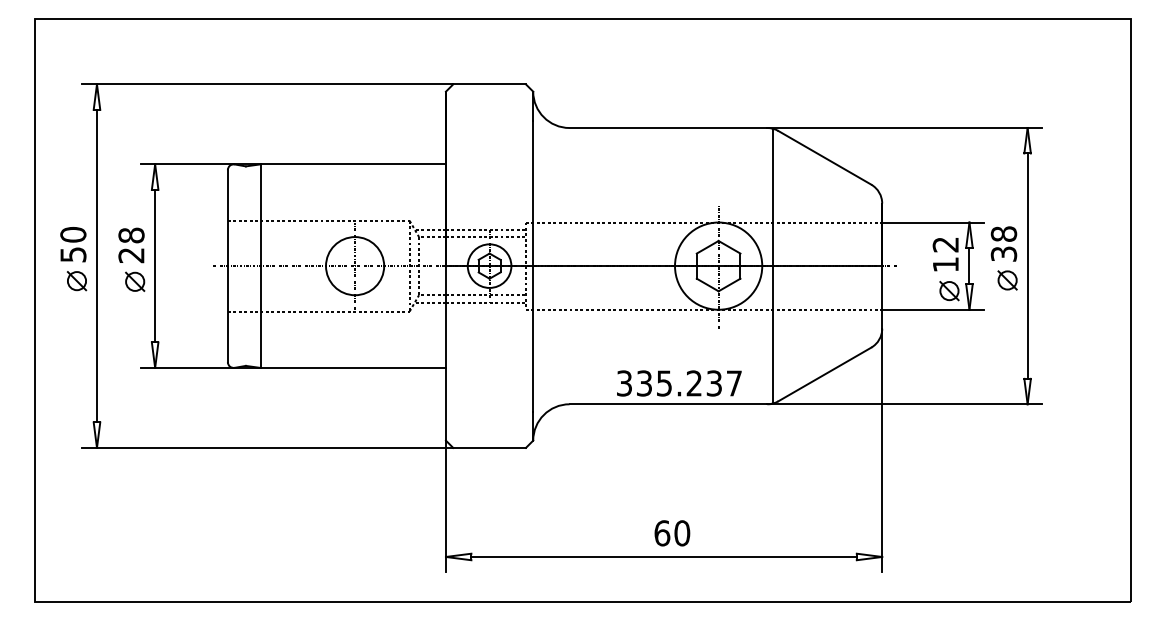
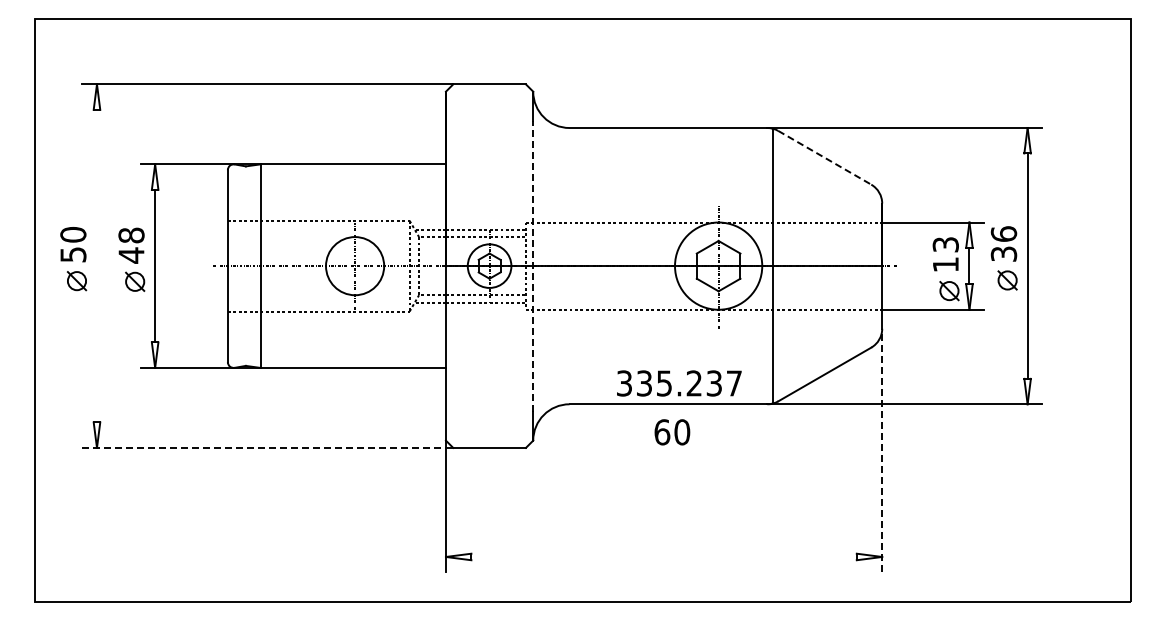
line at (824, 157): solid -> dashed
text at (1003, 233): 38 -> 36
text at (945, 244): 12 -> 13
text at (131, 255): 28 -> 48
line at (96, 265): present -> none
line at (533, 265): solid -> dashed
line at (268, 447): solid -> dashed
line at (882, 449): solid -> dashed
text at (672, 533) position: (672, 533) -> (672, 432)
line at (663, 556): present -> none
